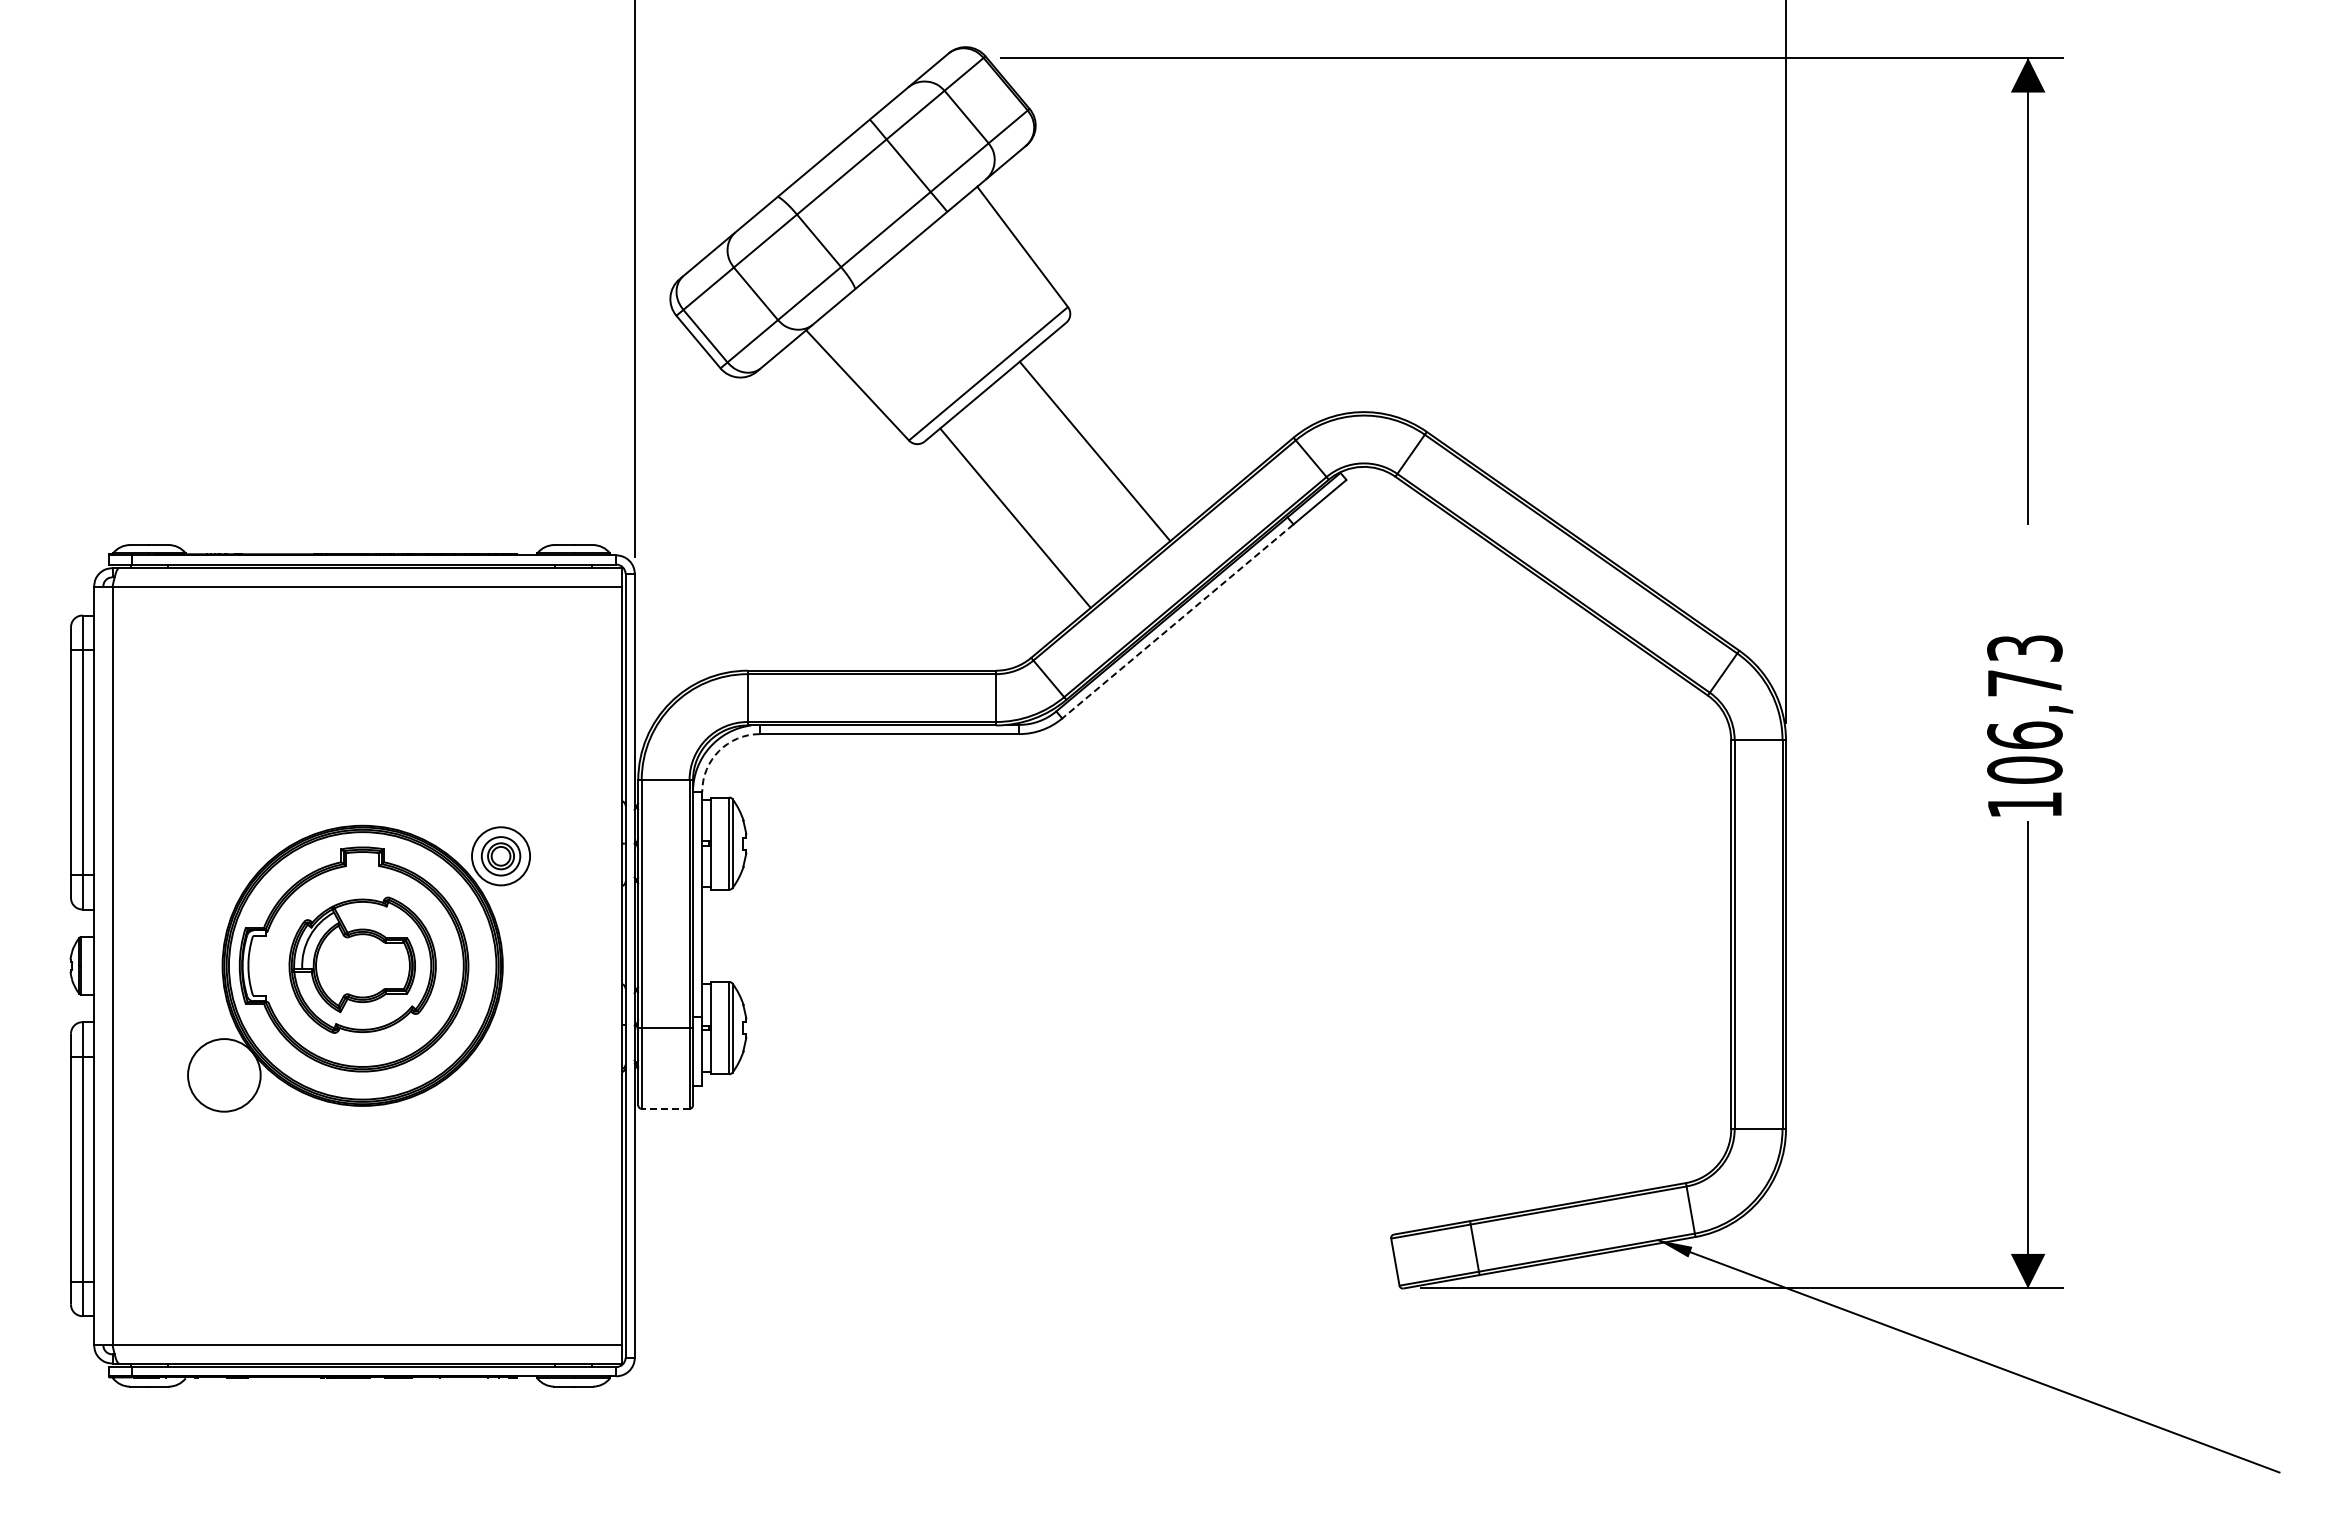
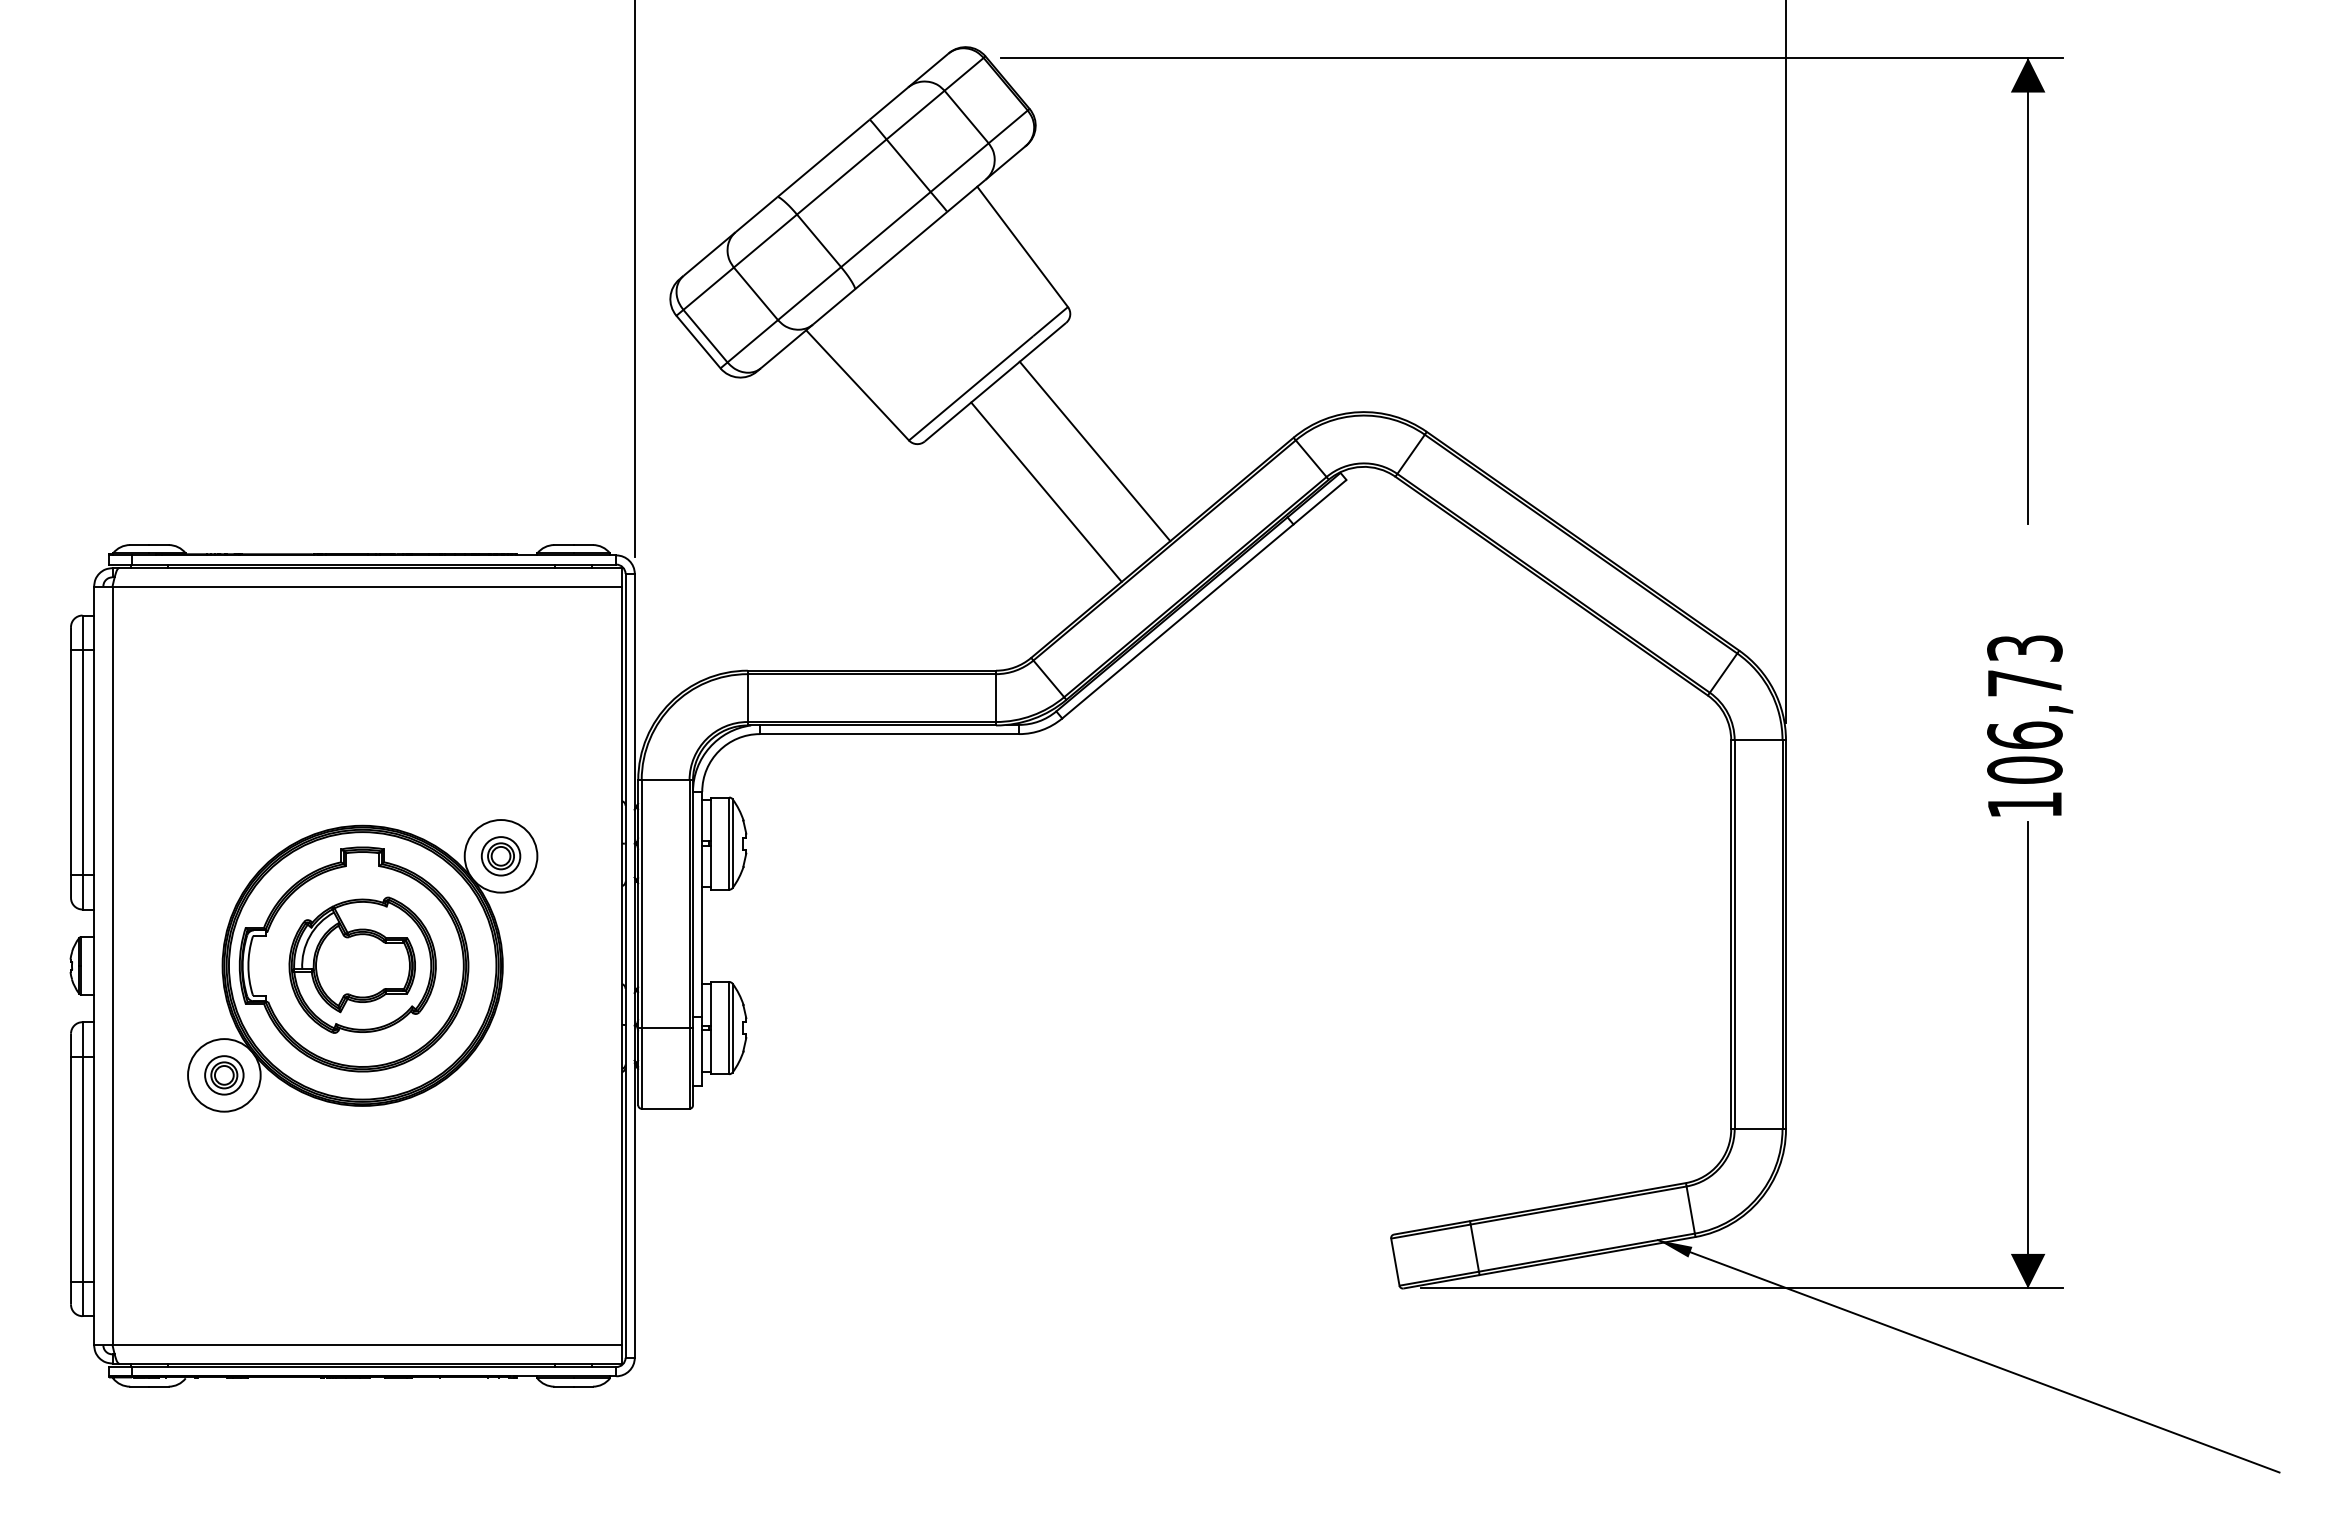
line at (1015, 517) position: (1015, 517) -> (1046, 491)
line at (1177, 621): dashed -> solid
arc at (719, 751): dashed -> solid
circle at (501, 856) diameter: 58 px -> 73 px
part at (224, 1075): none -> present
line at (665, 1108): dashed -> solid
